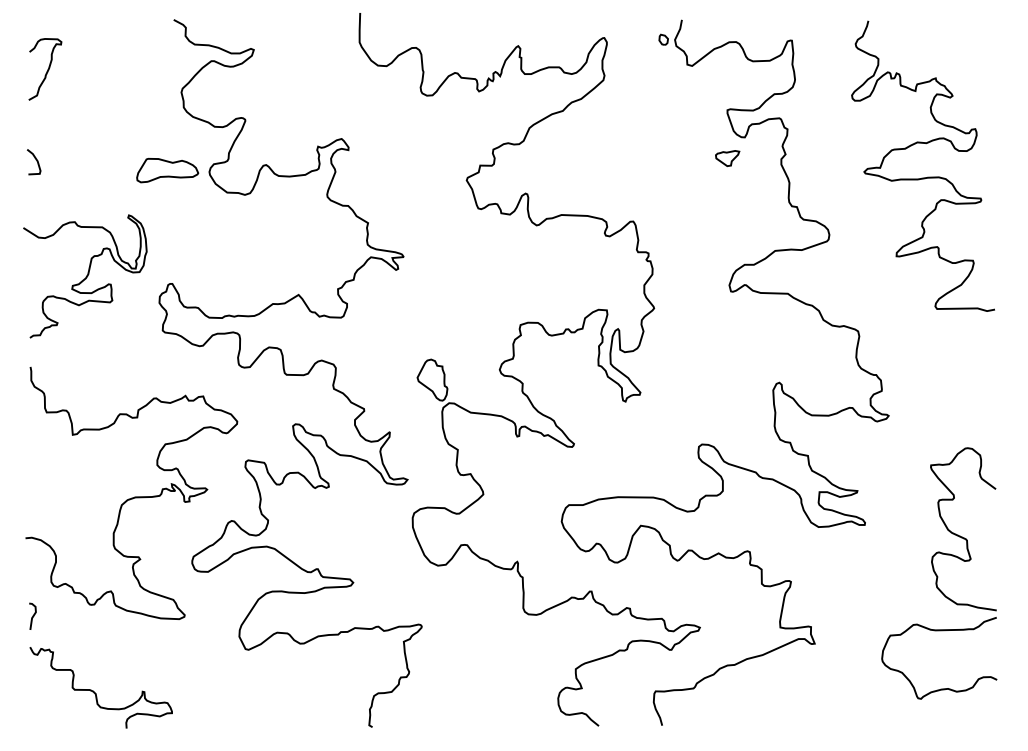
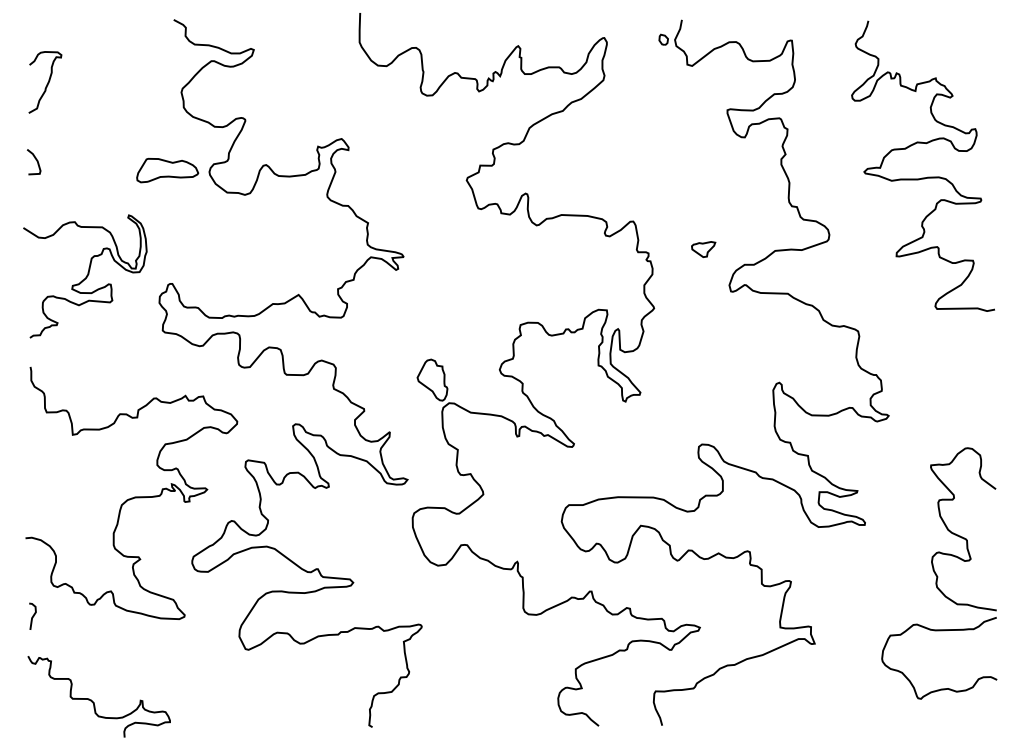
curve at (47, 69) position: (47, 69) -> (47, 82)
part at (727, 158) position: (727, 158) -> (703, 249)
curve at (95, 692) position: (95, 692) -> (93, 701)
